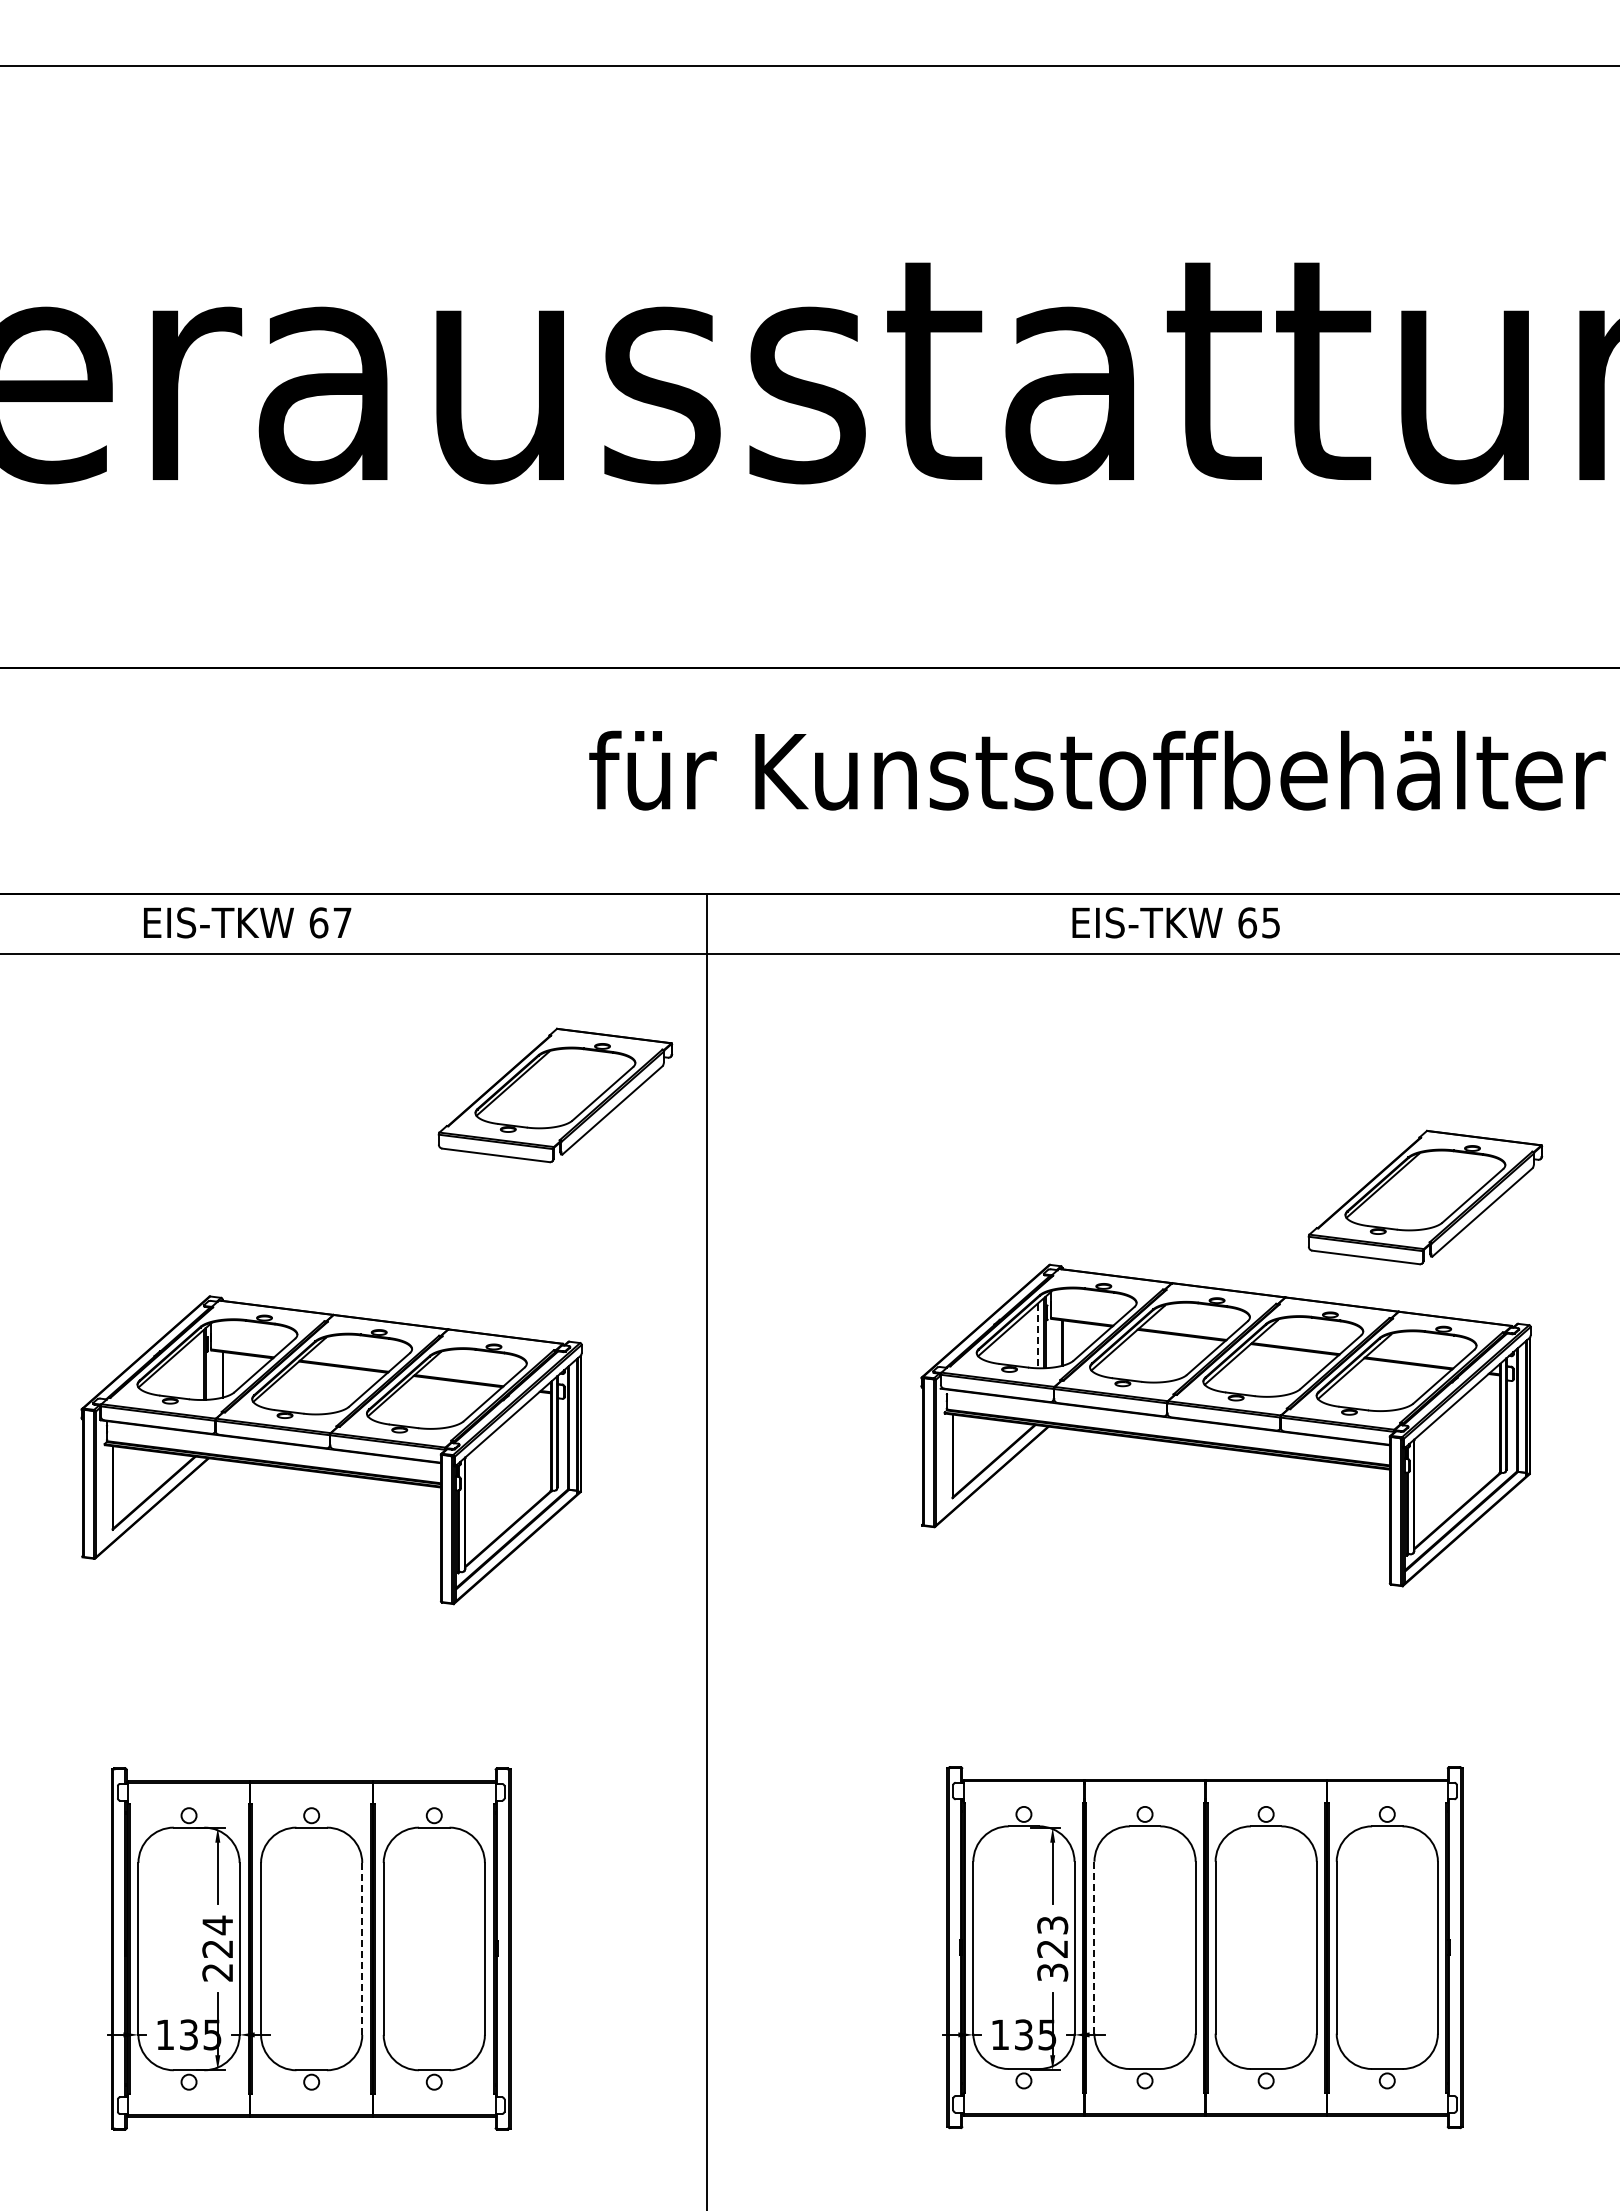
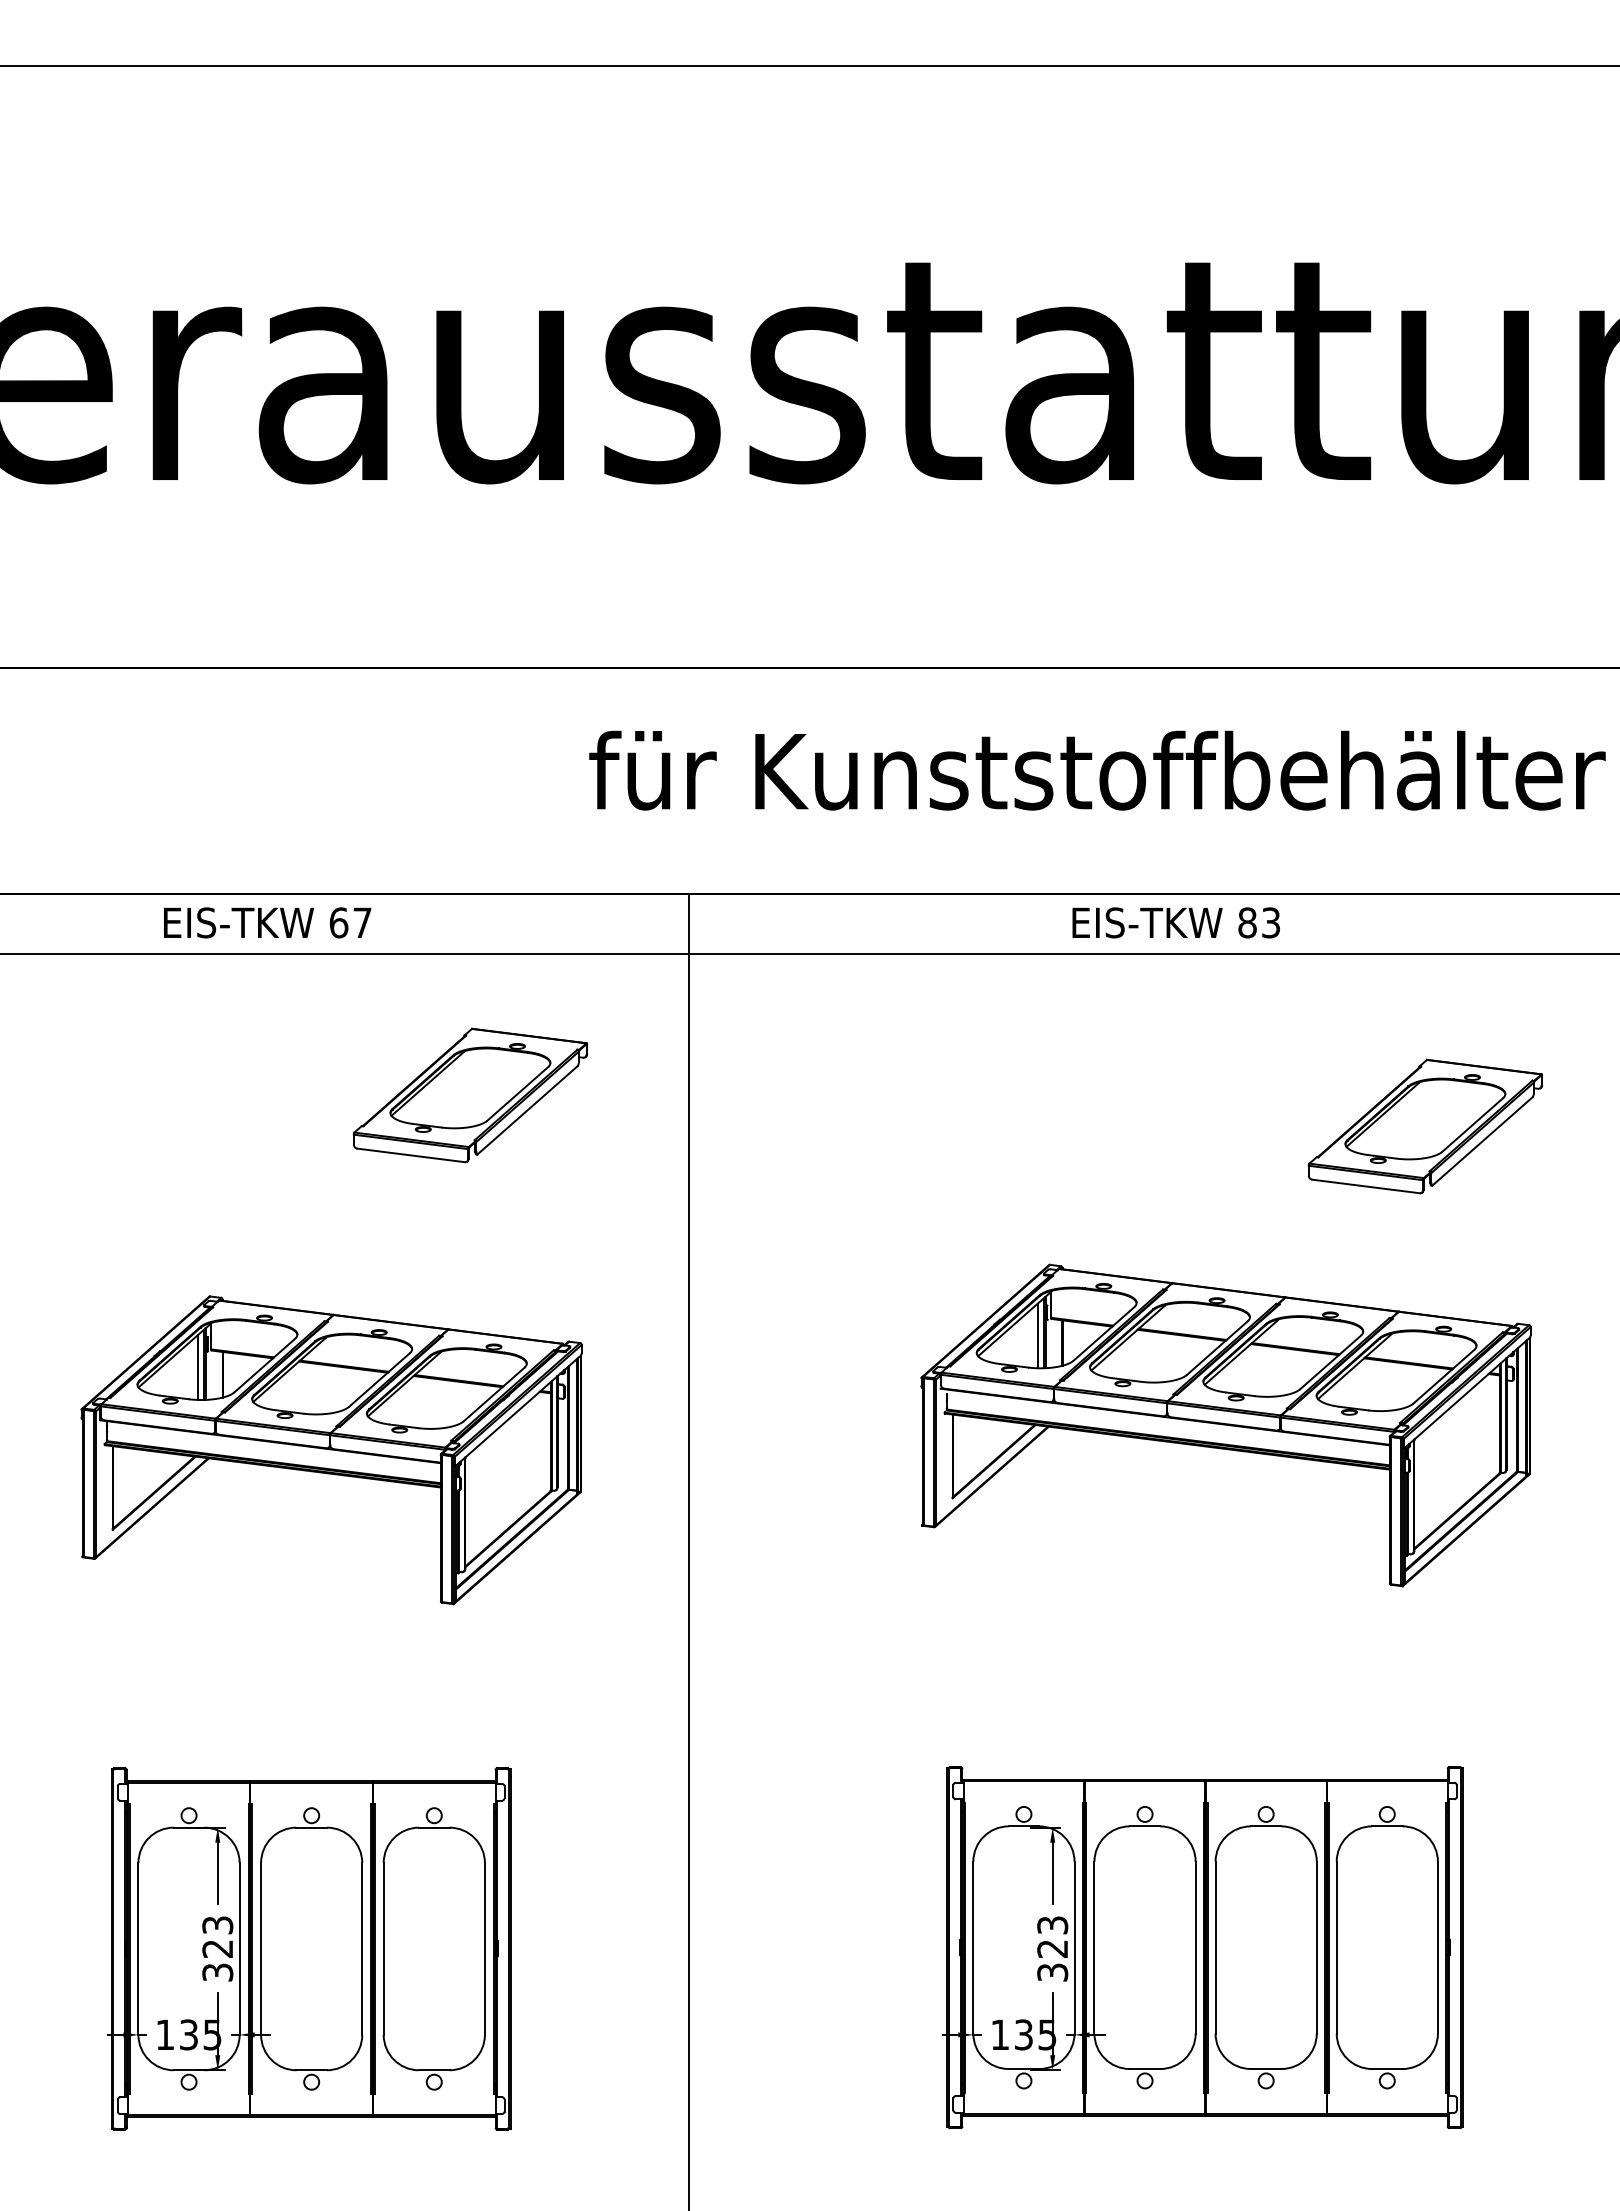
text at (247, 922) position: (247, 922) -> (267, 922)
text at (1258, 922): 65 -> 83
part at (555, 1095) position: (555, 1095) -> (470, 1095)
part at (1425, 1197) position: (1425, 1197) -> (1425, 1126)
line at (1037, 1336): dashed -> solid
line at (198, 1367): none -> present
line at (707, 1550) position: (707, 1550) -> (689, 1550)
line at (1094, 1947): dashed -> solid
text at (217, 1948): 224 -> 323
line at (362, 1948): dashed -> solid
